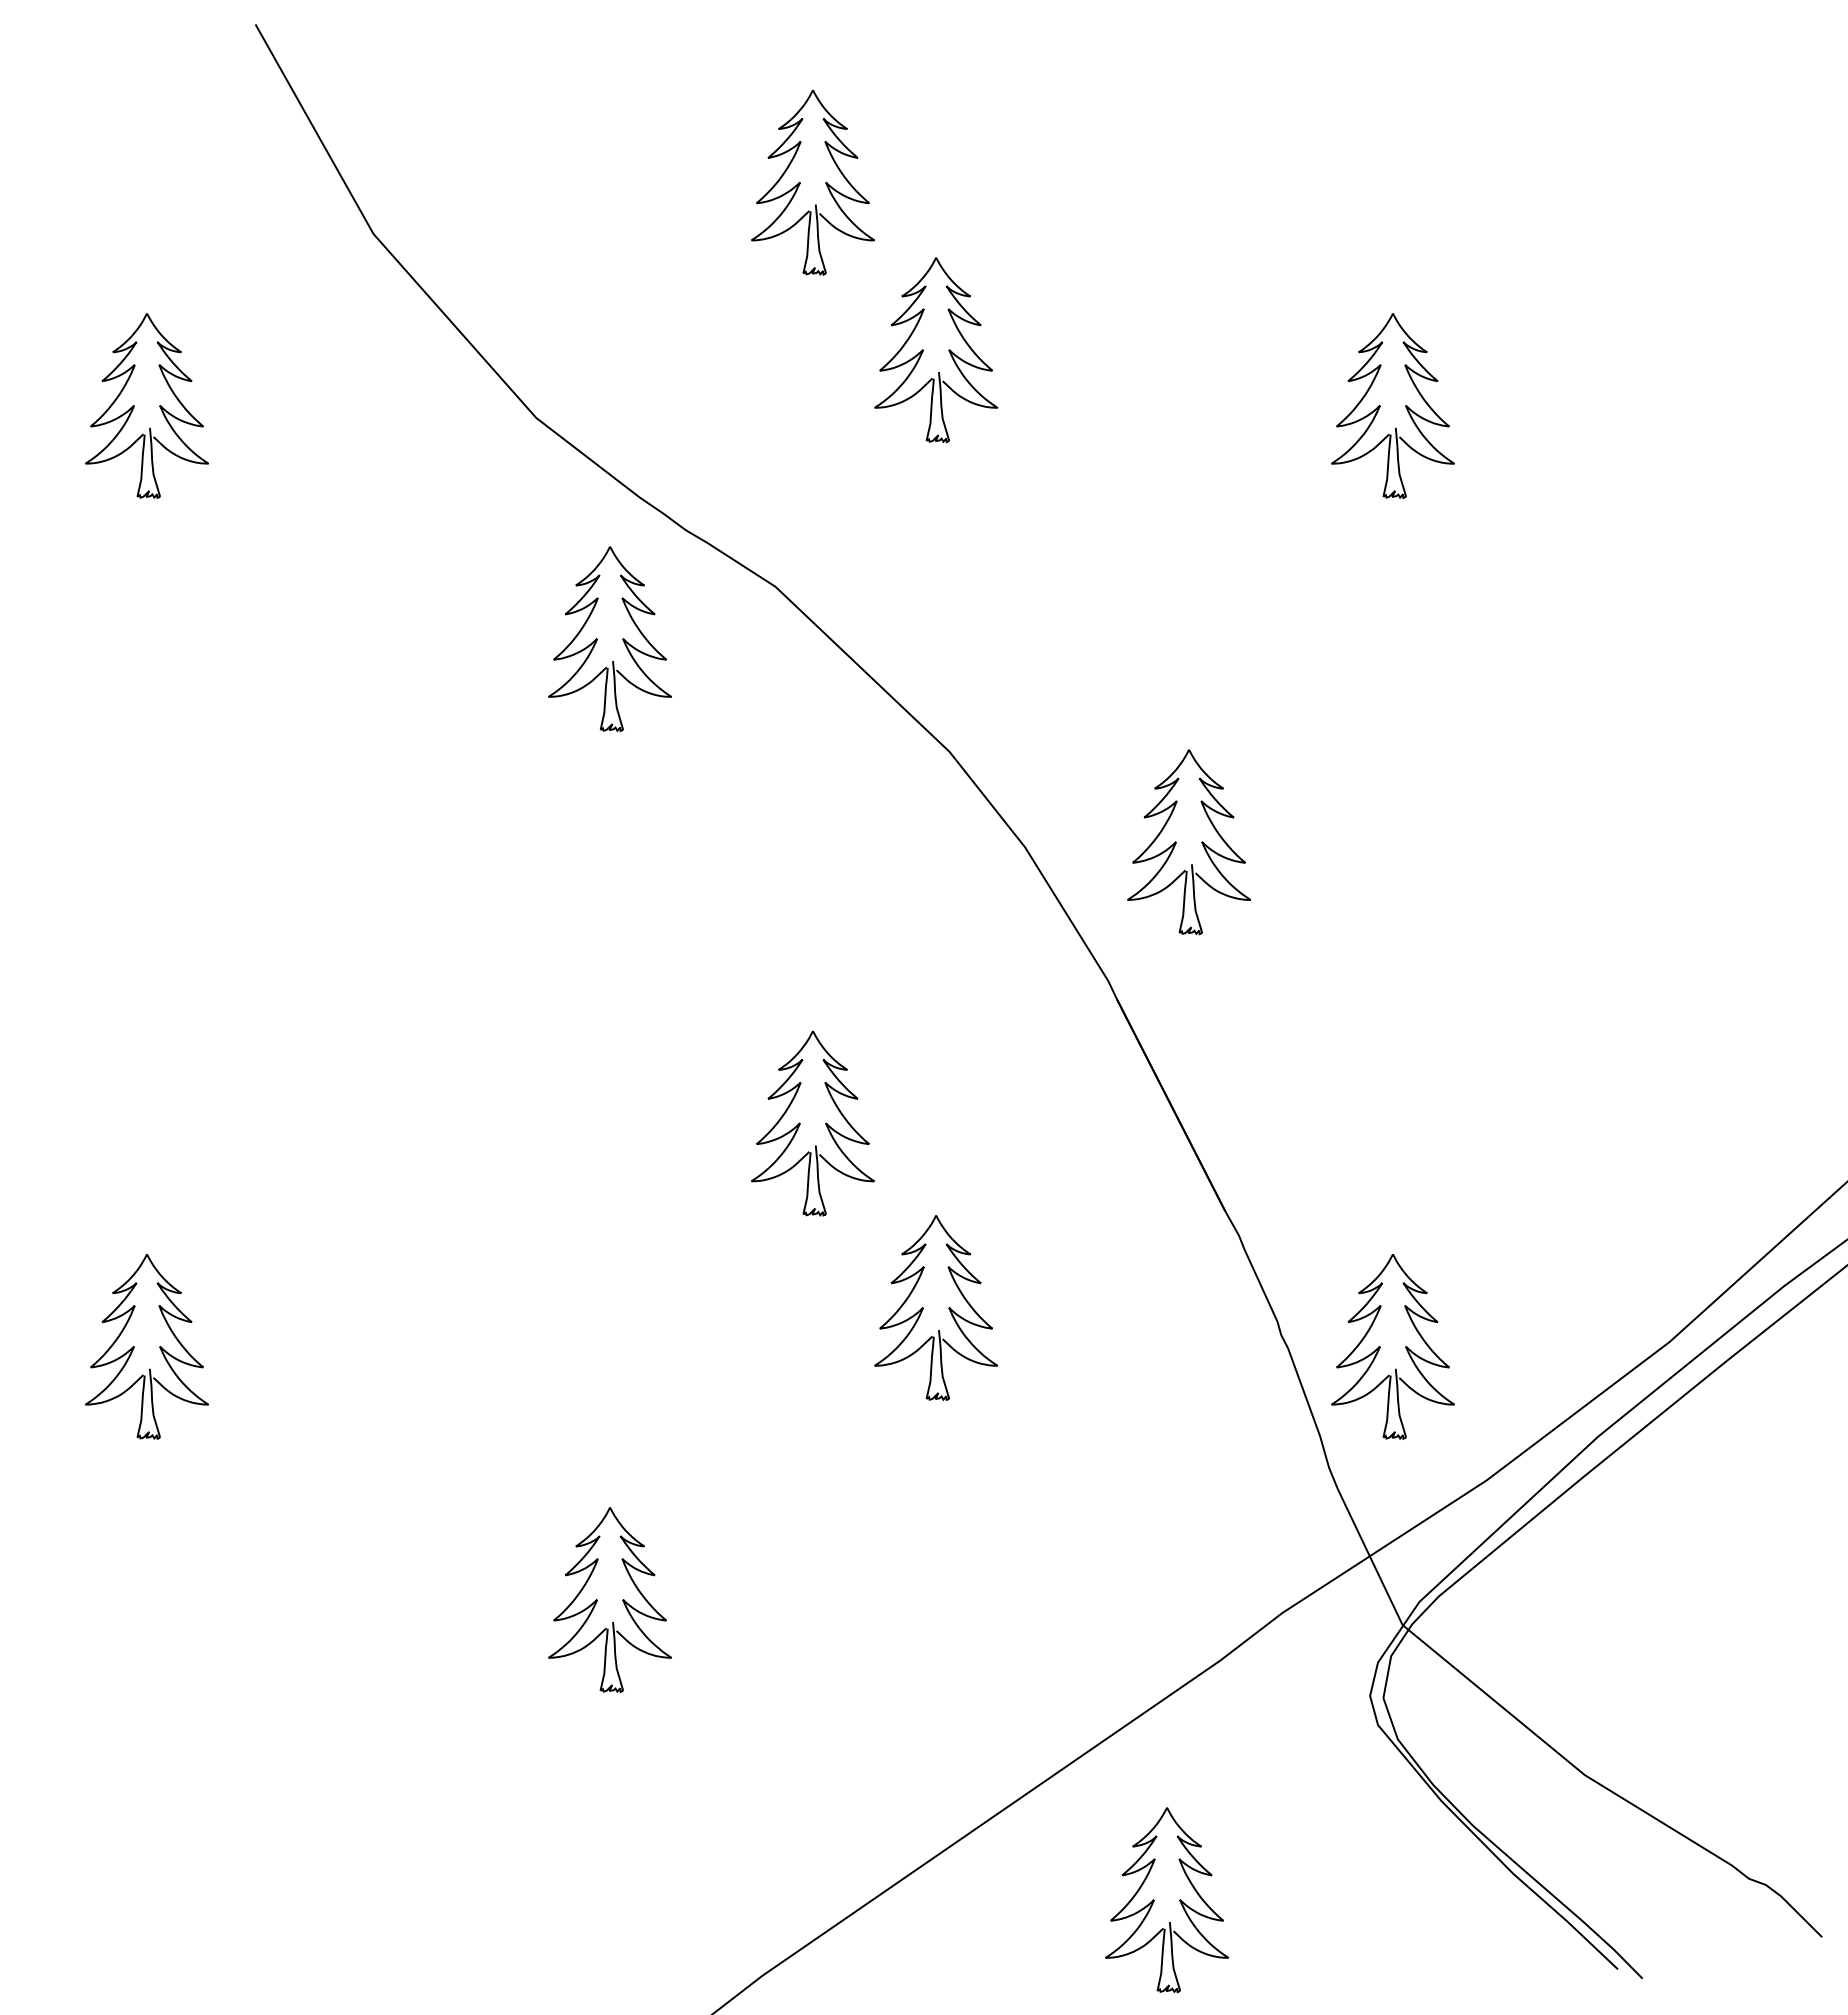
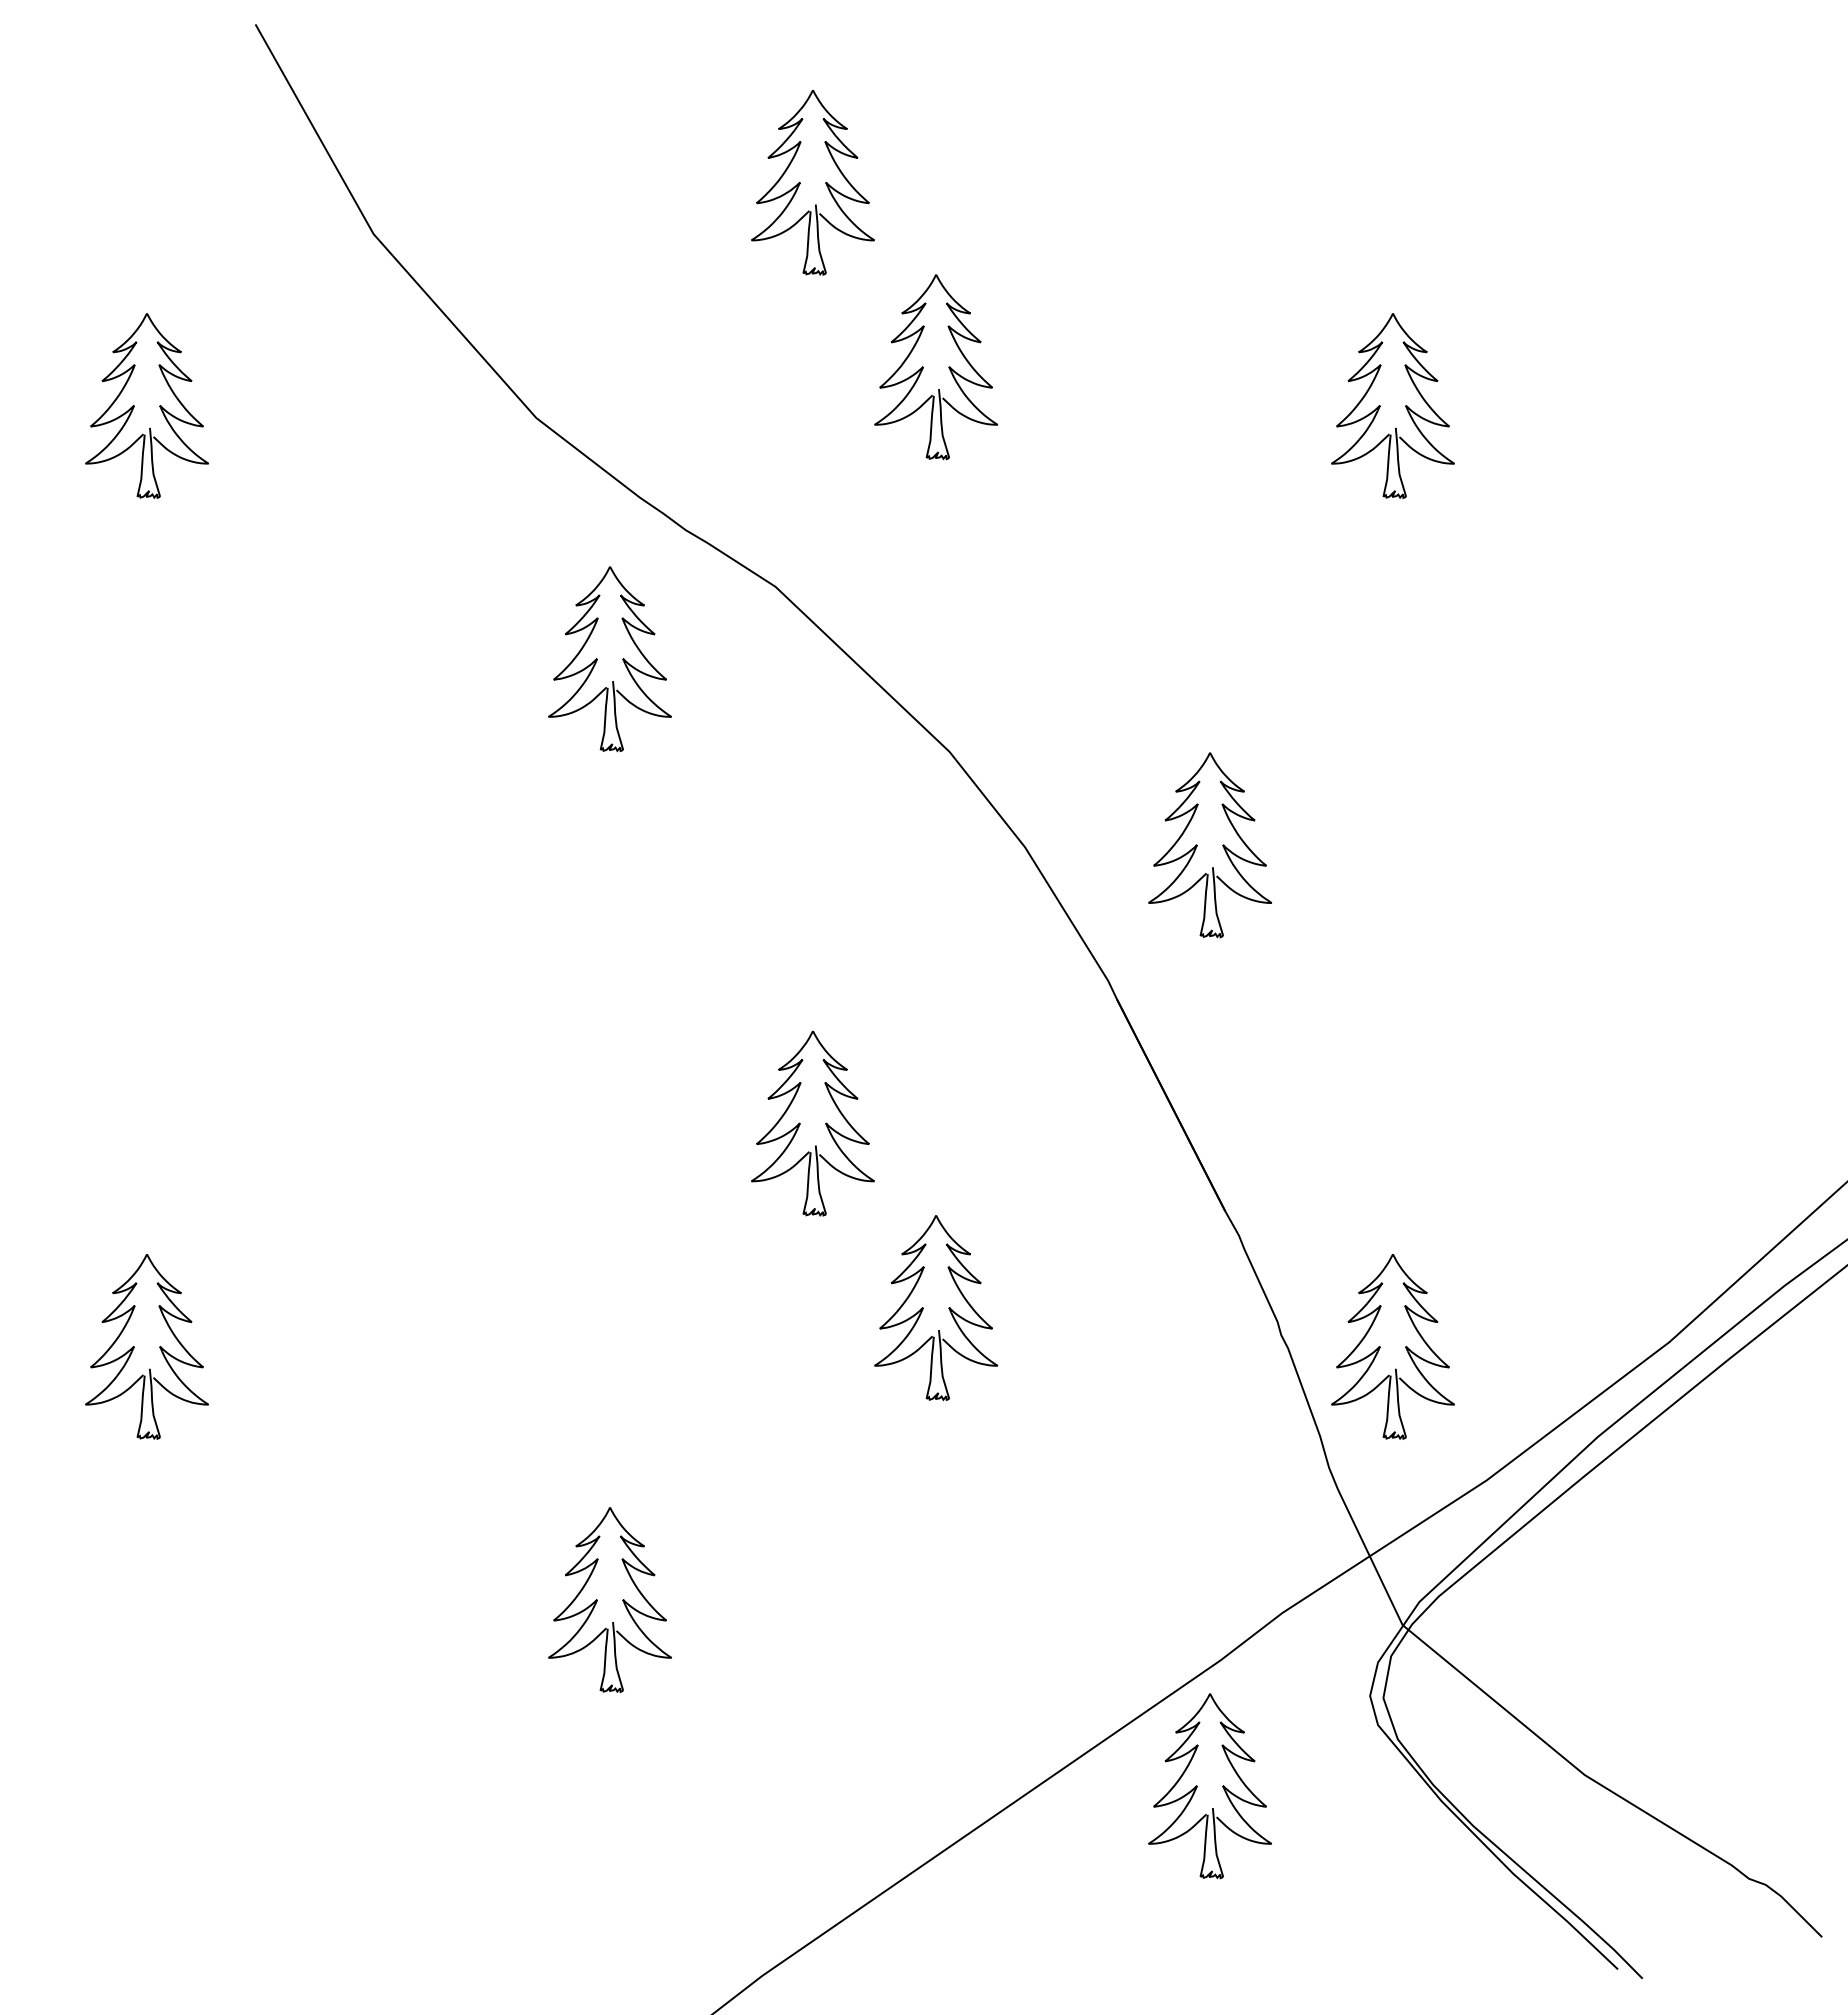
part at (948, 350) position: (948, 350) -> (948, 367)
part at (597, 639) position: (597, 639) -> (597, 659)
part at (1201, 842) position: (1201, 842) -> (1222, 845)
part at (1154, 1900) position: (1154, 1900) -> (1197, 1786)
